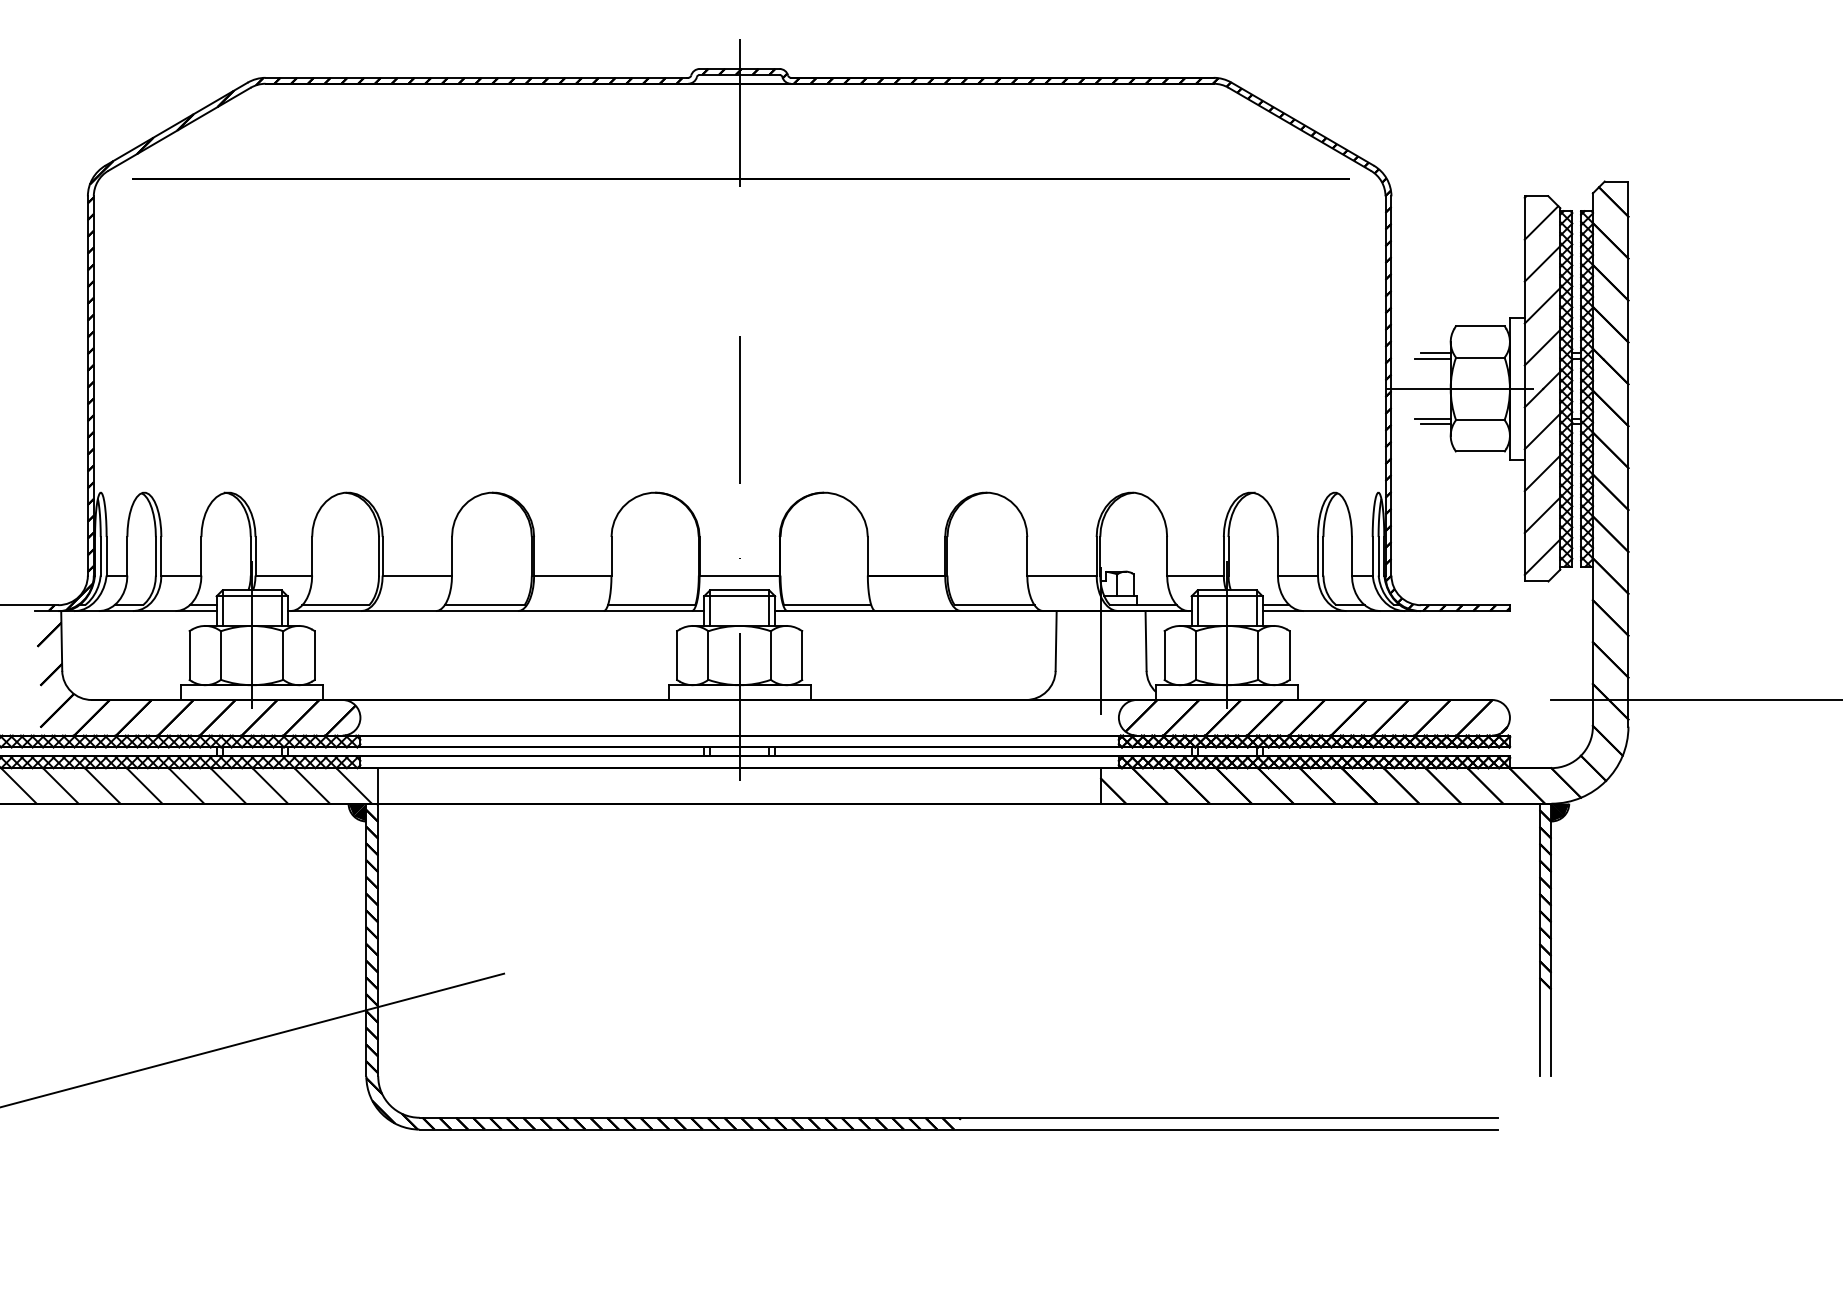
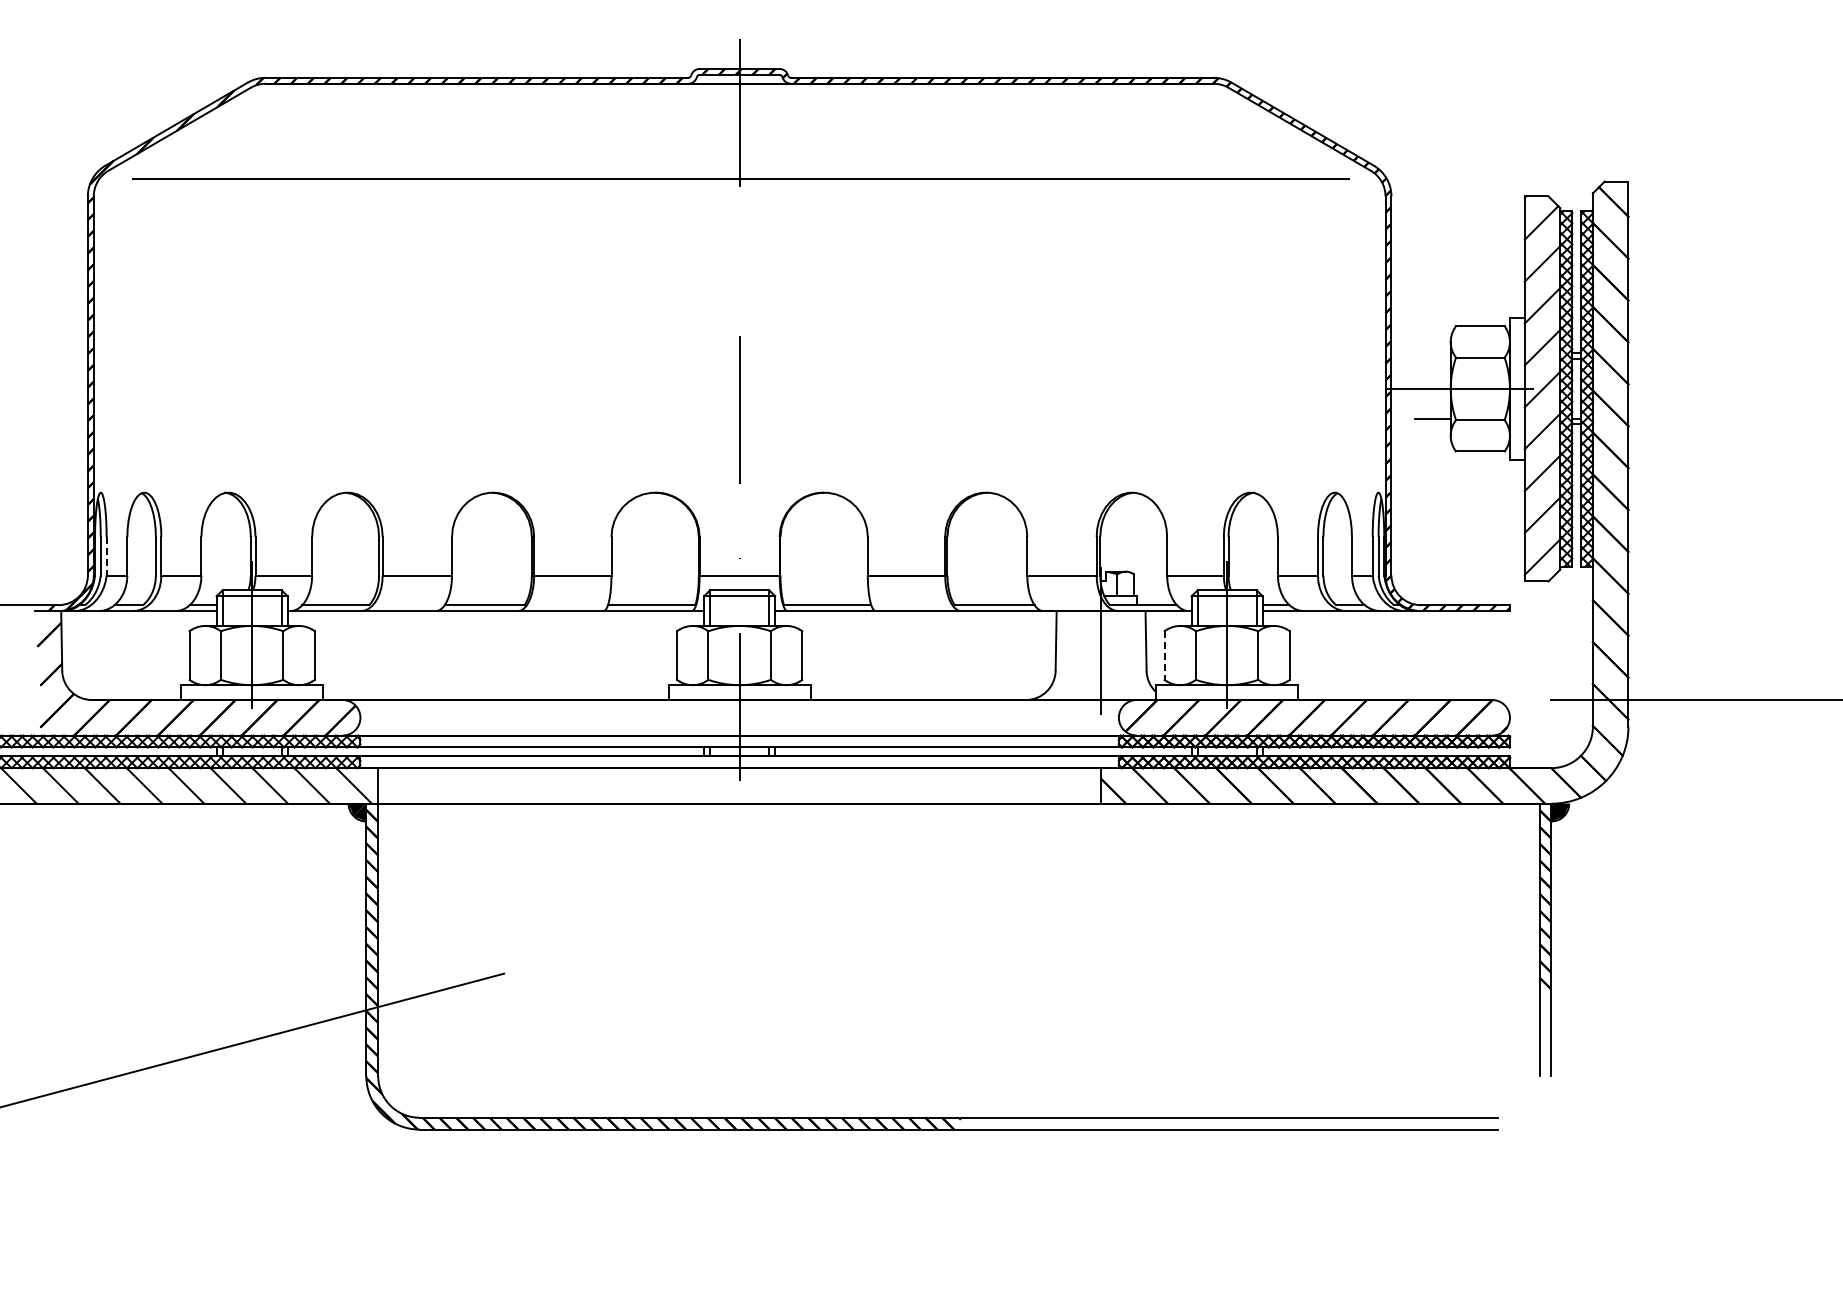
line at (1435, 353): present -> none
line at (1432, 359): present -> none
line at (1435, 424): present -> none
line at (106, 556): solid -> dashed
line at (1164, 655): solid -> dashed
